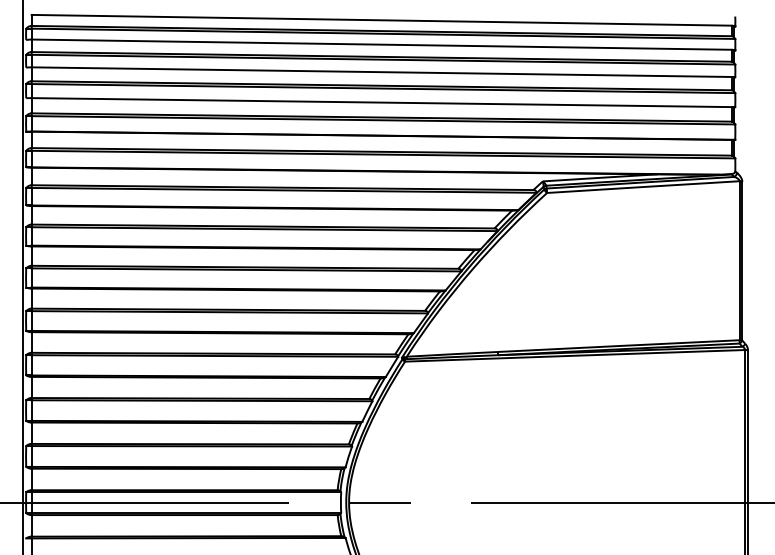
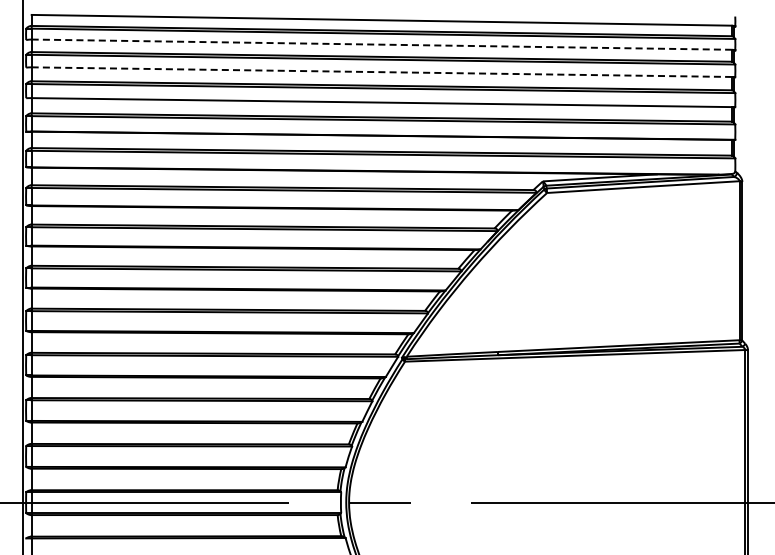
line at (381, 44): solid -> dashed
line at (381, 72): solid -> dashed
